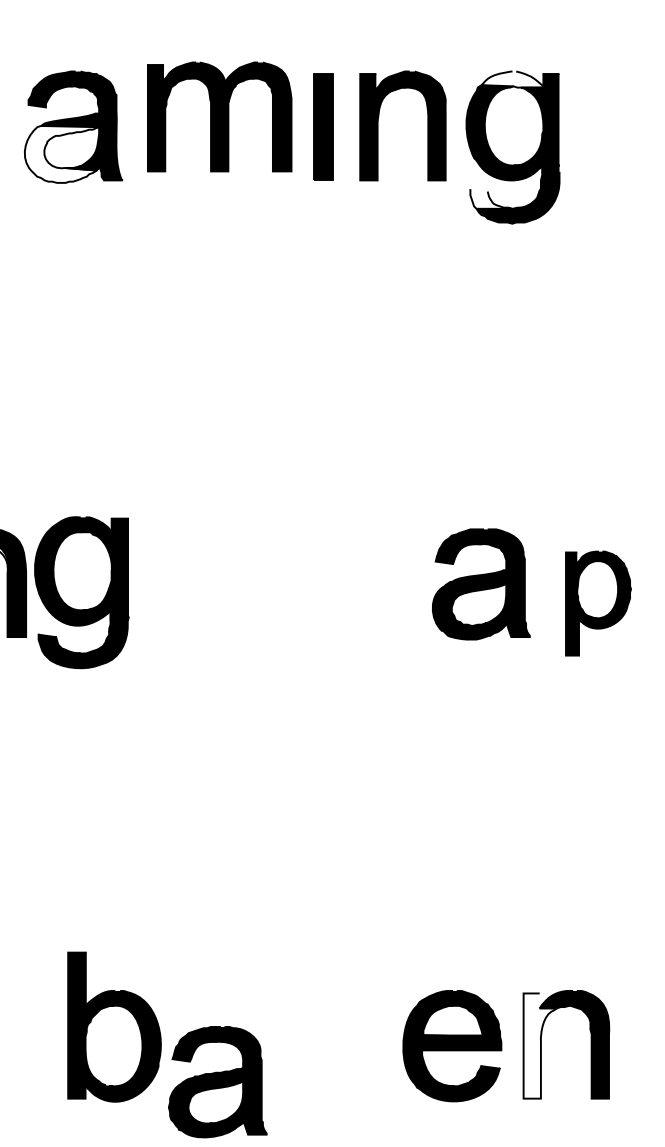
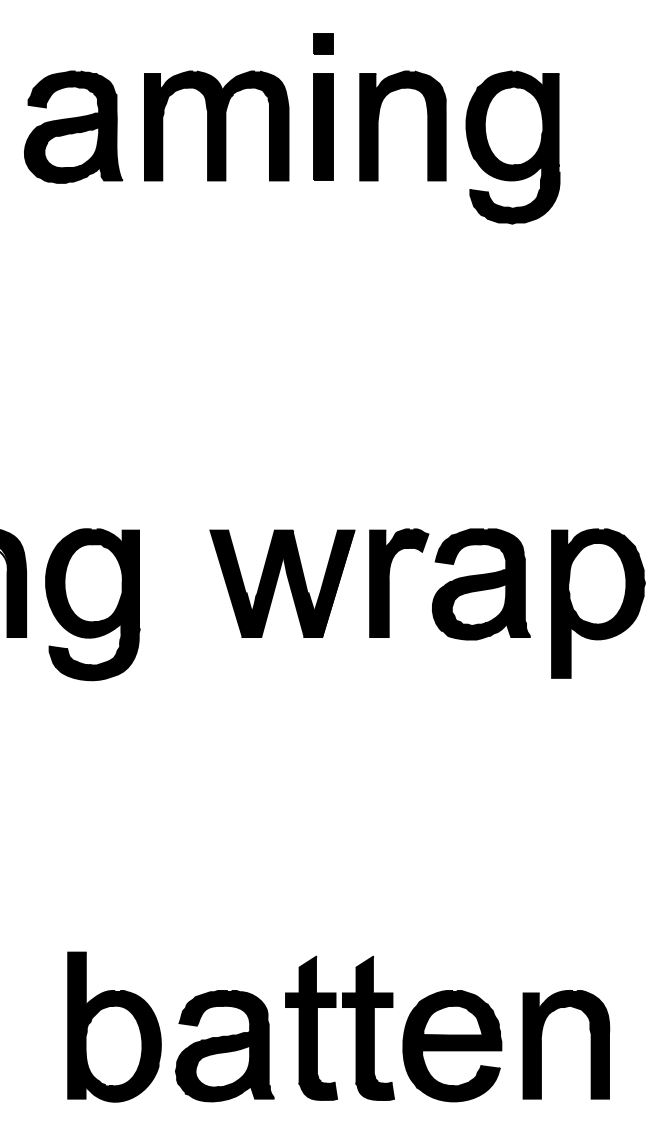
part at (323, 43): none -> present
fill at (512, 79): none -> present
part at (219, 116) position: (219, 116) -> (216, 125)
fill at (61, 153): none -> present
fill at (491, 198): none -> present
part at (389, 582): none -> present
part at (282, 583): none -> present
part at (81, 592) position: (81, 592) -> (92, 604)
part at (598, 603) size: 67x107 px -> 95x151 px
part at (355, 1027): none -> present
fill at (540, 1045): none -> present
part at (217, 1082) position: (217, 1082) -> (224, 1046)
